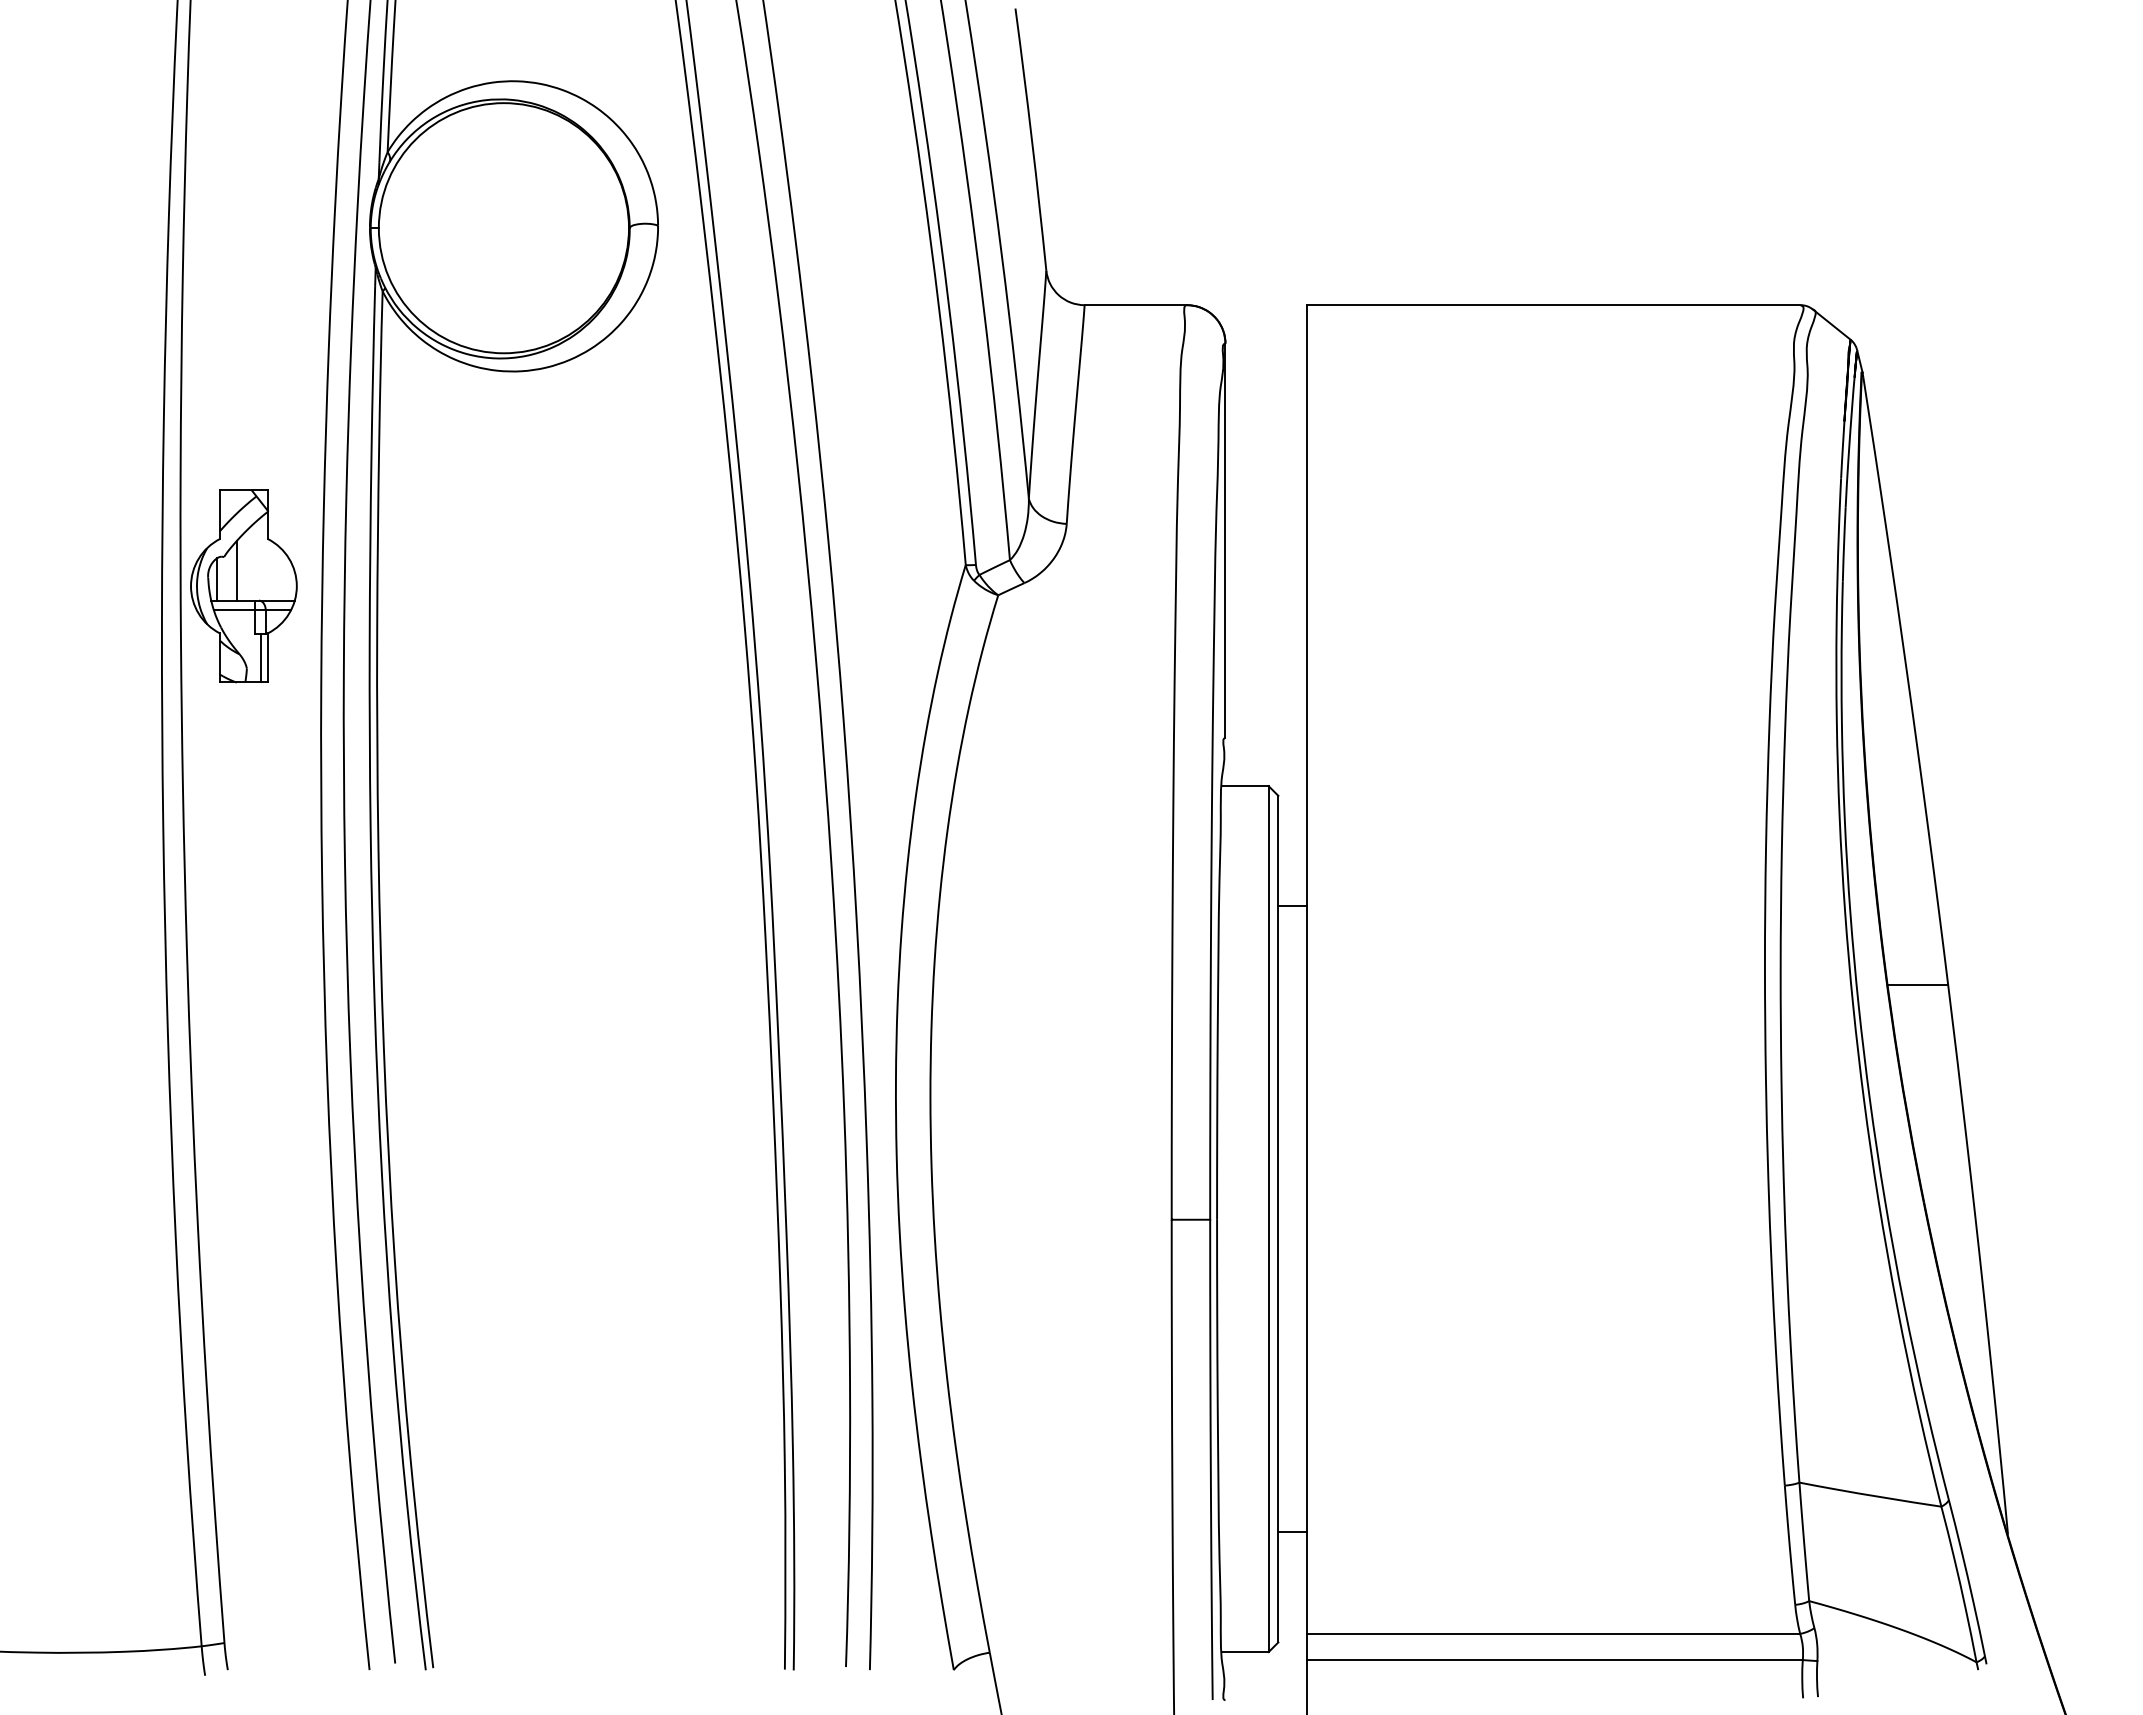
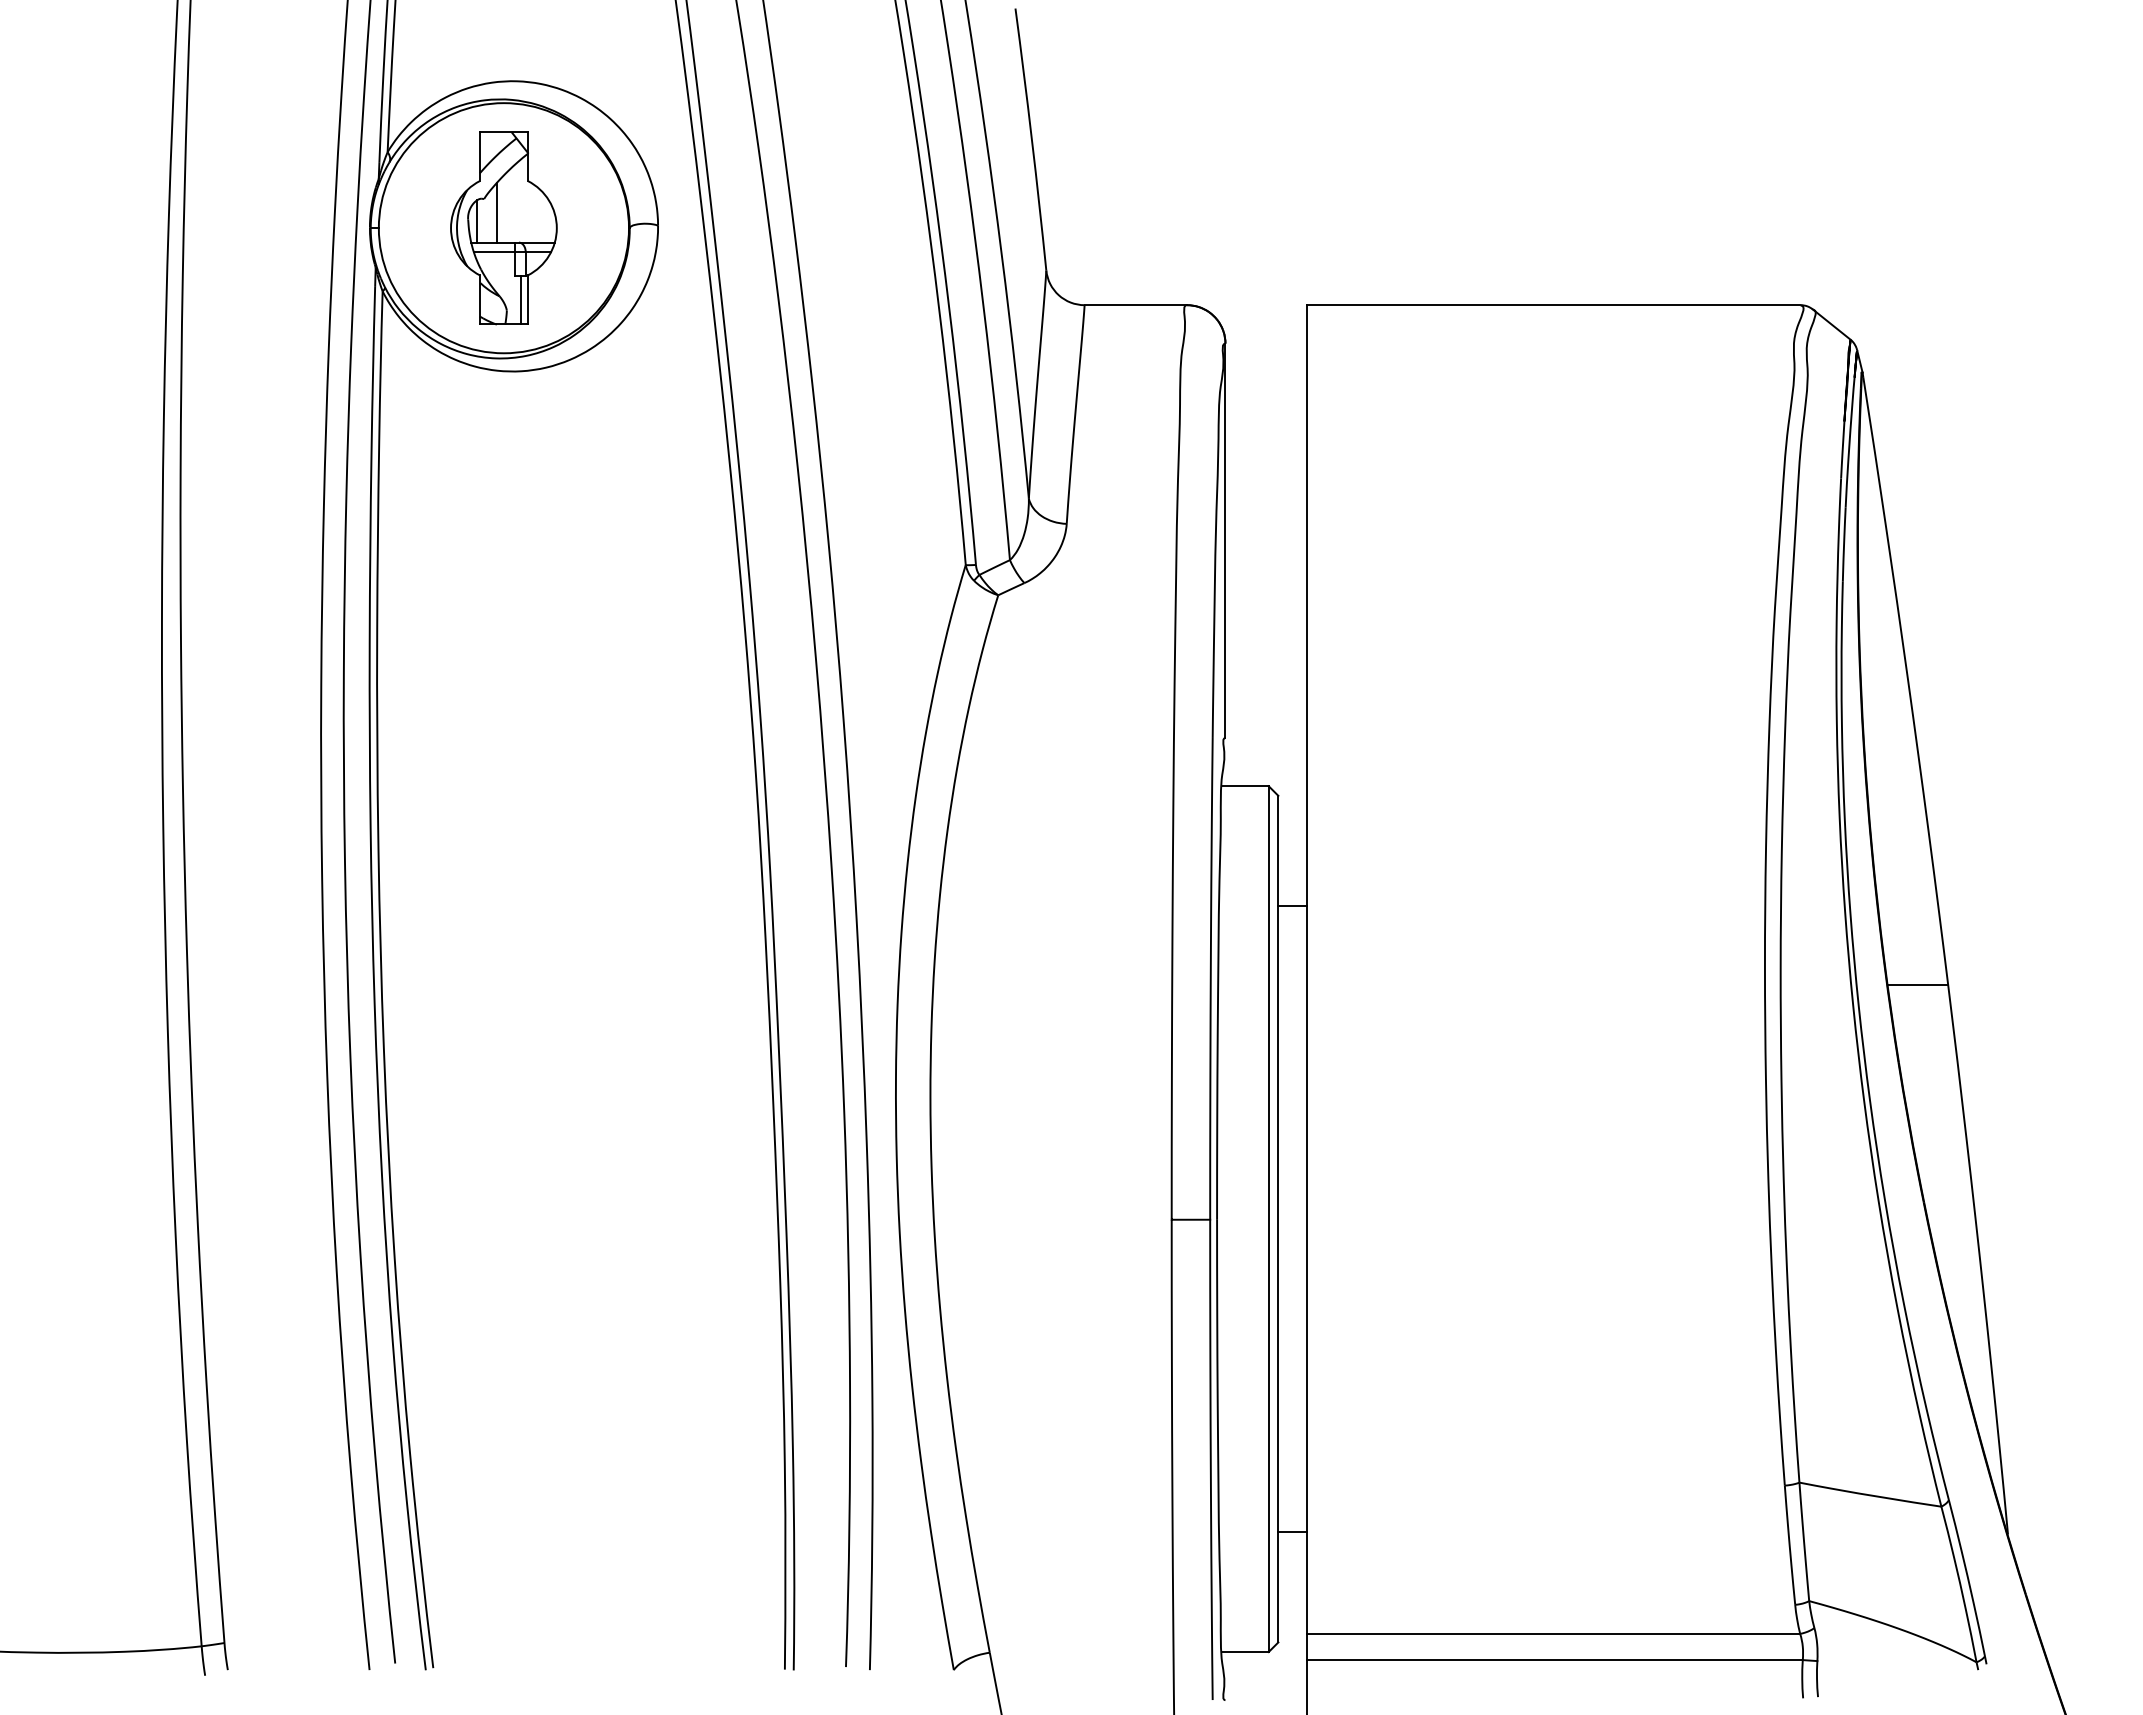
part at (243, 586) position: (243, 586) -> (503, 228)
